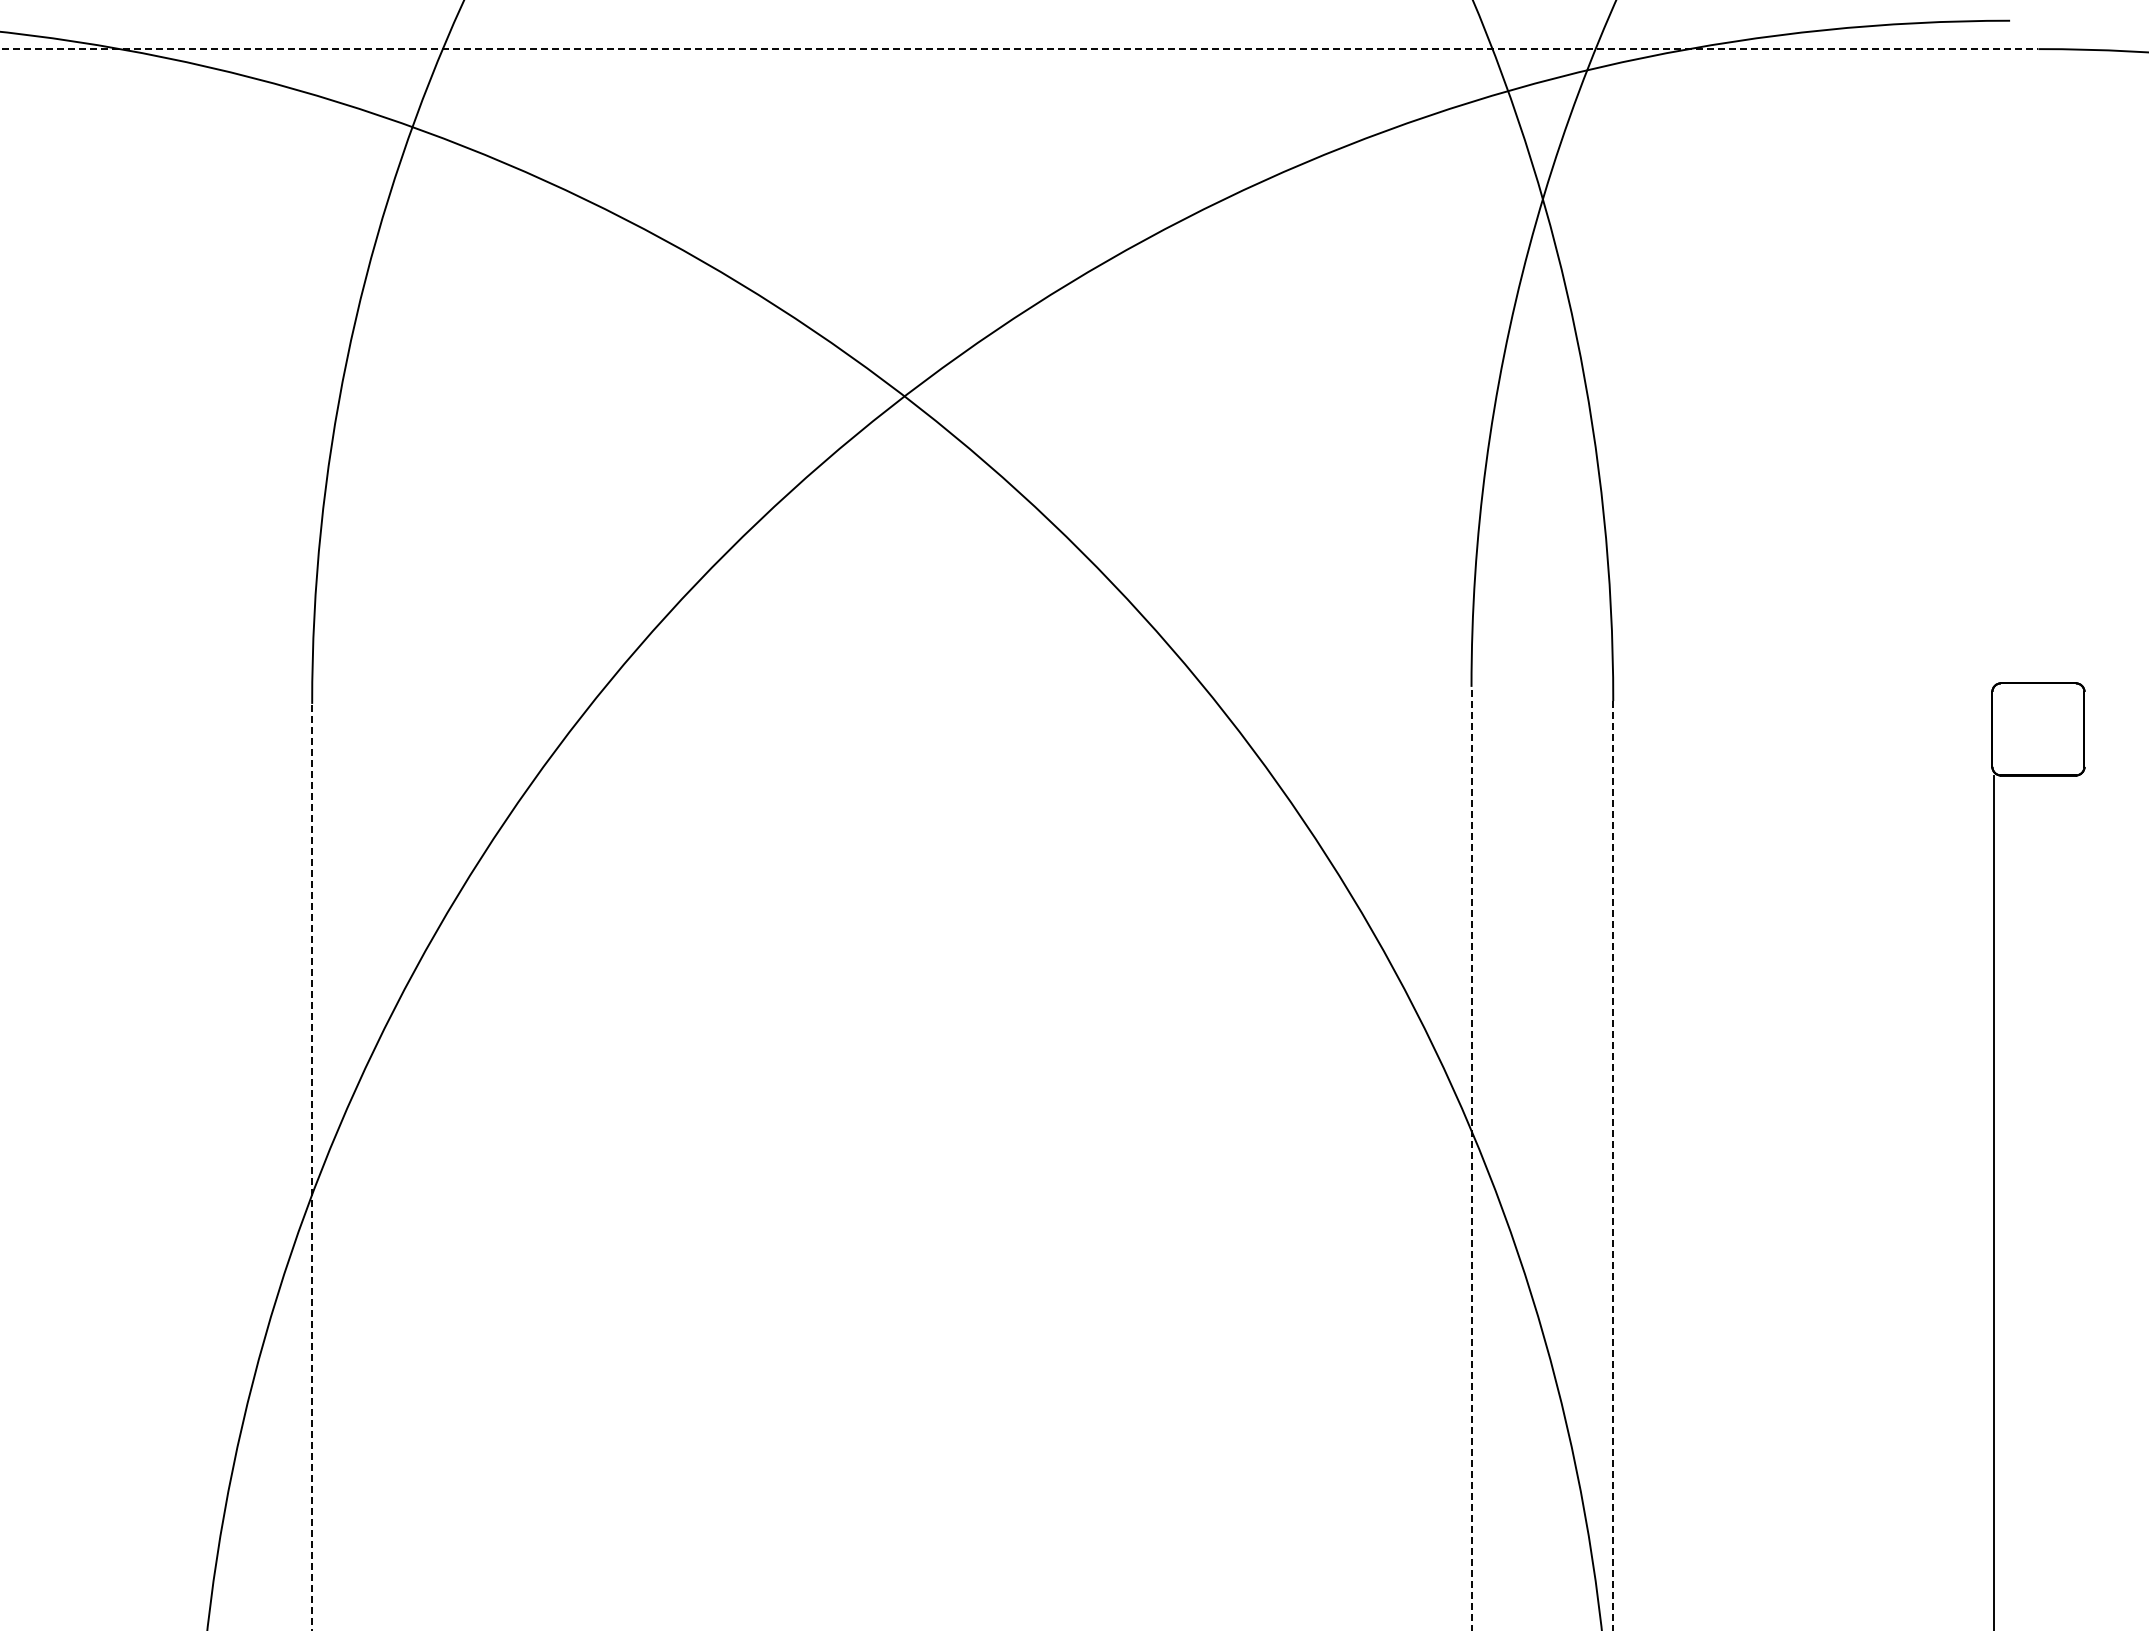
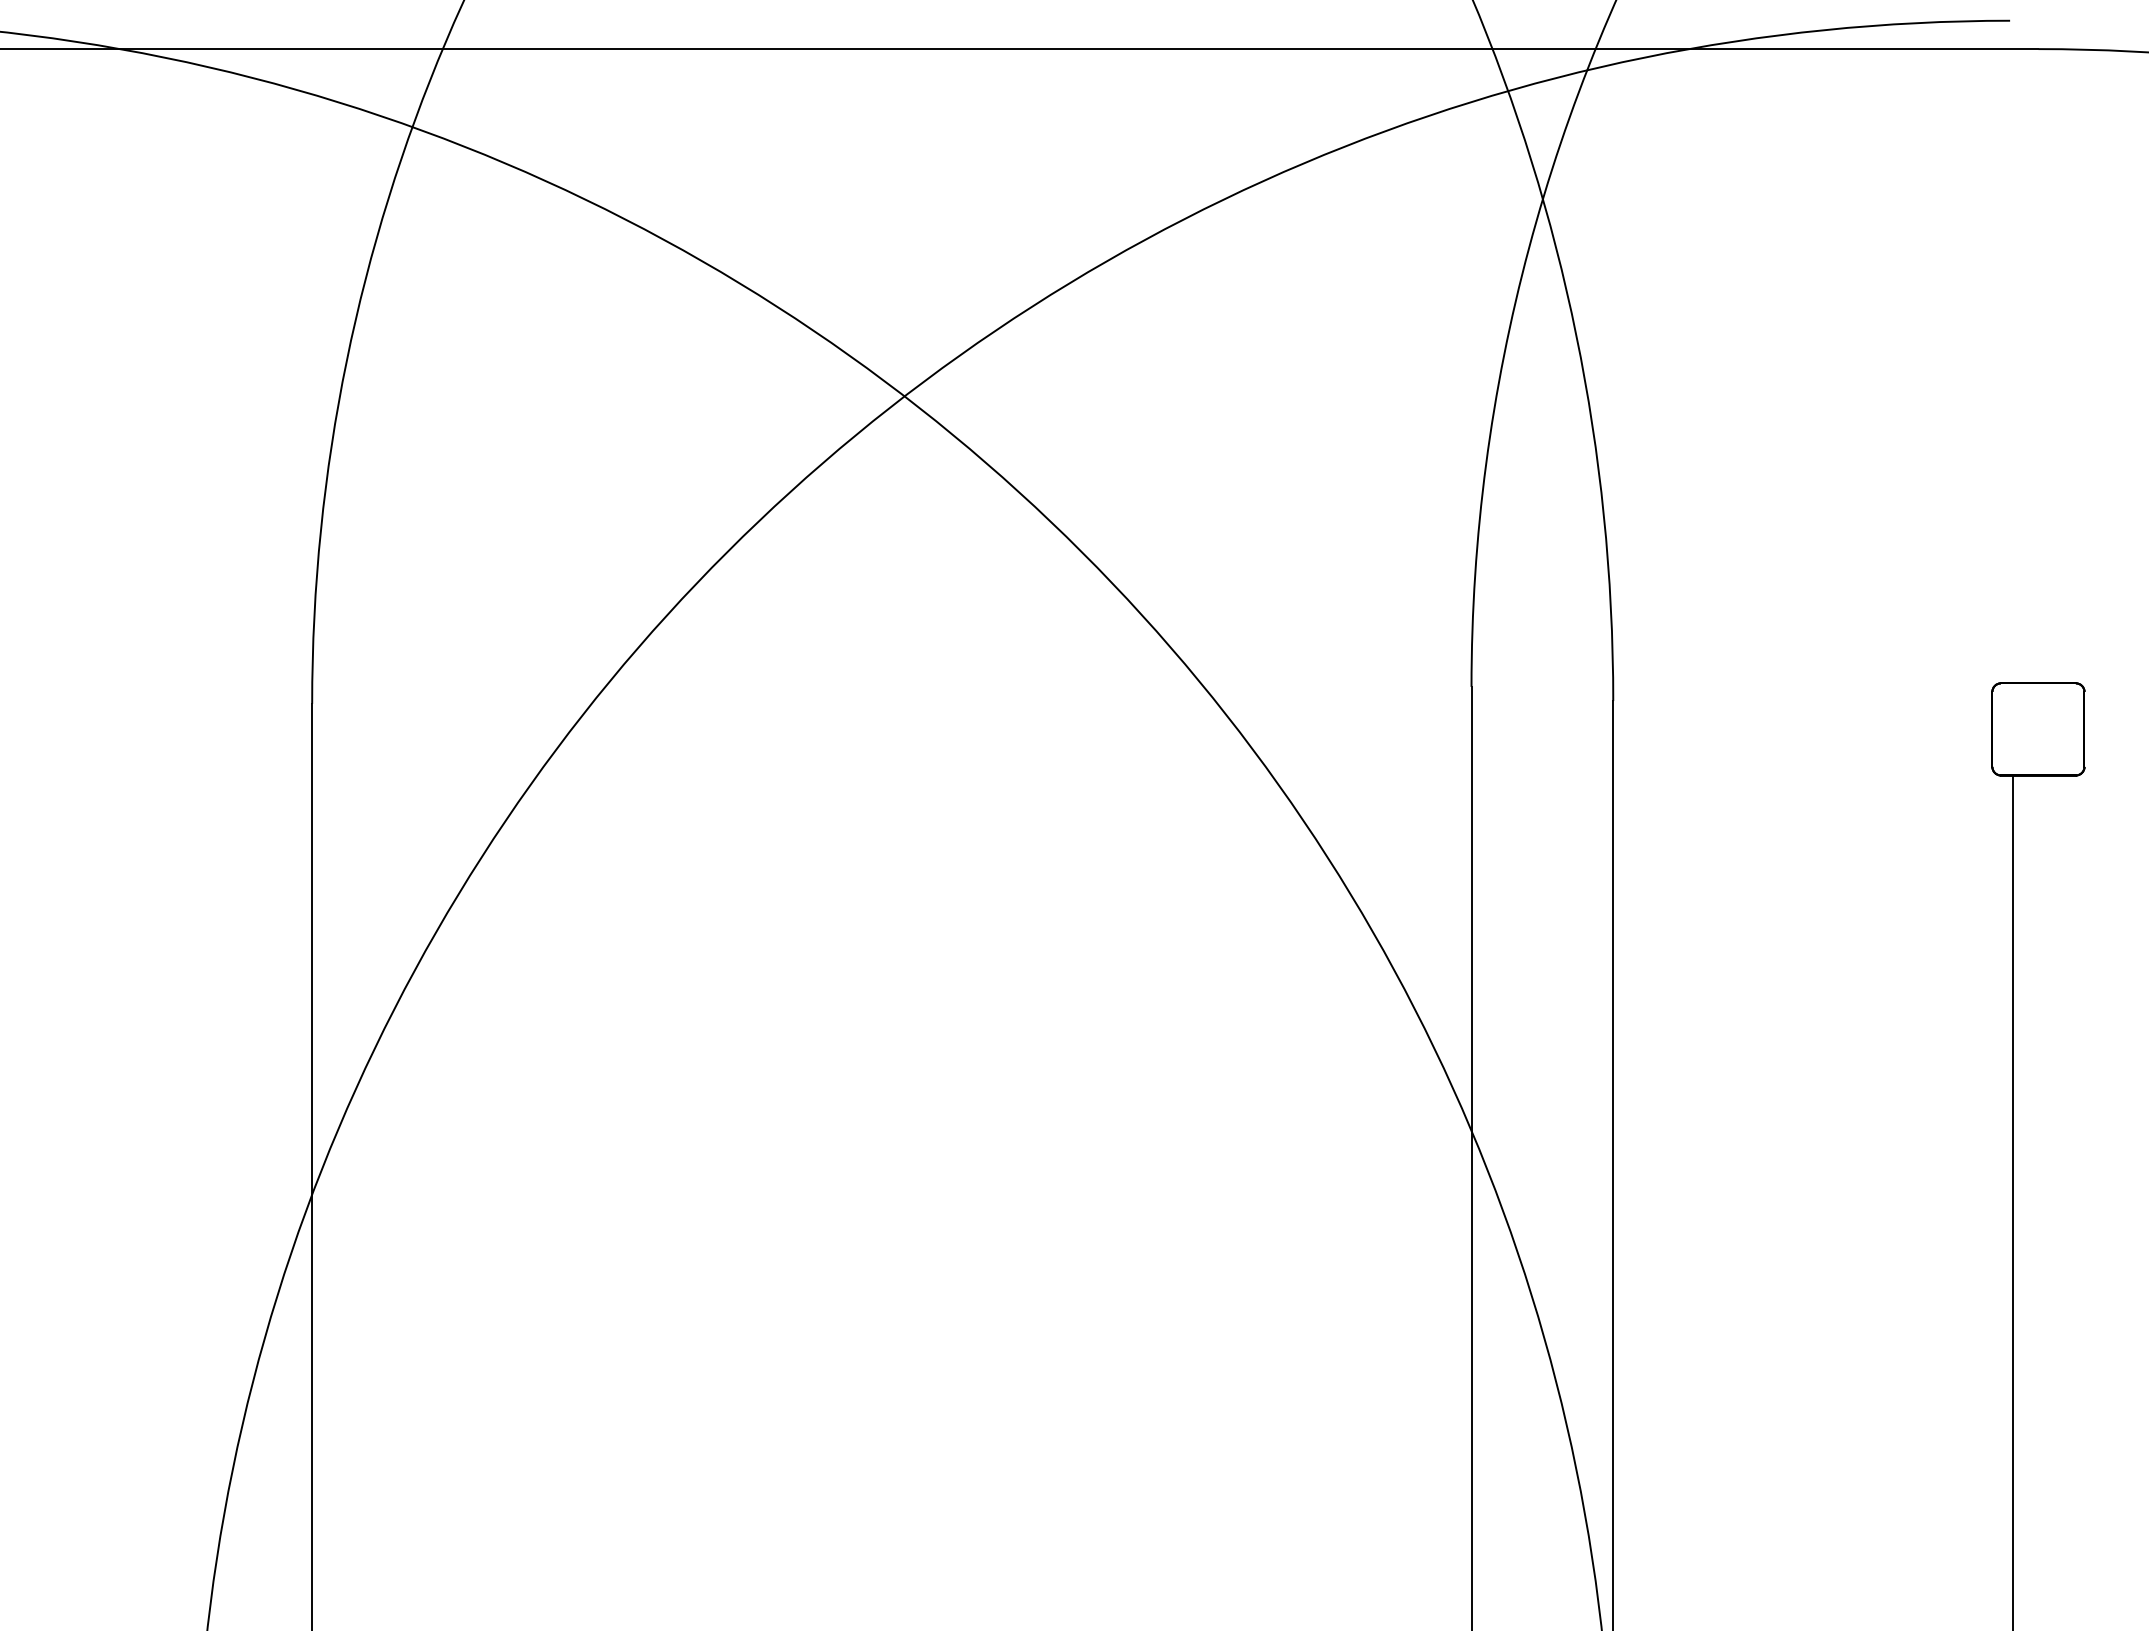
line at (1019, 49): dashed -> solid
line at (1471, 1158): dashed -> solid
line at (1613, 1165): dashed -> solid
line at (312, 1166): dashed -> solid
line at (1993, 1201) position: (1993, 1201) -> (2012, 1201)
